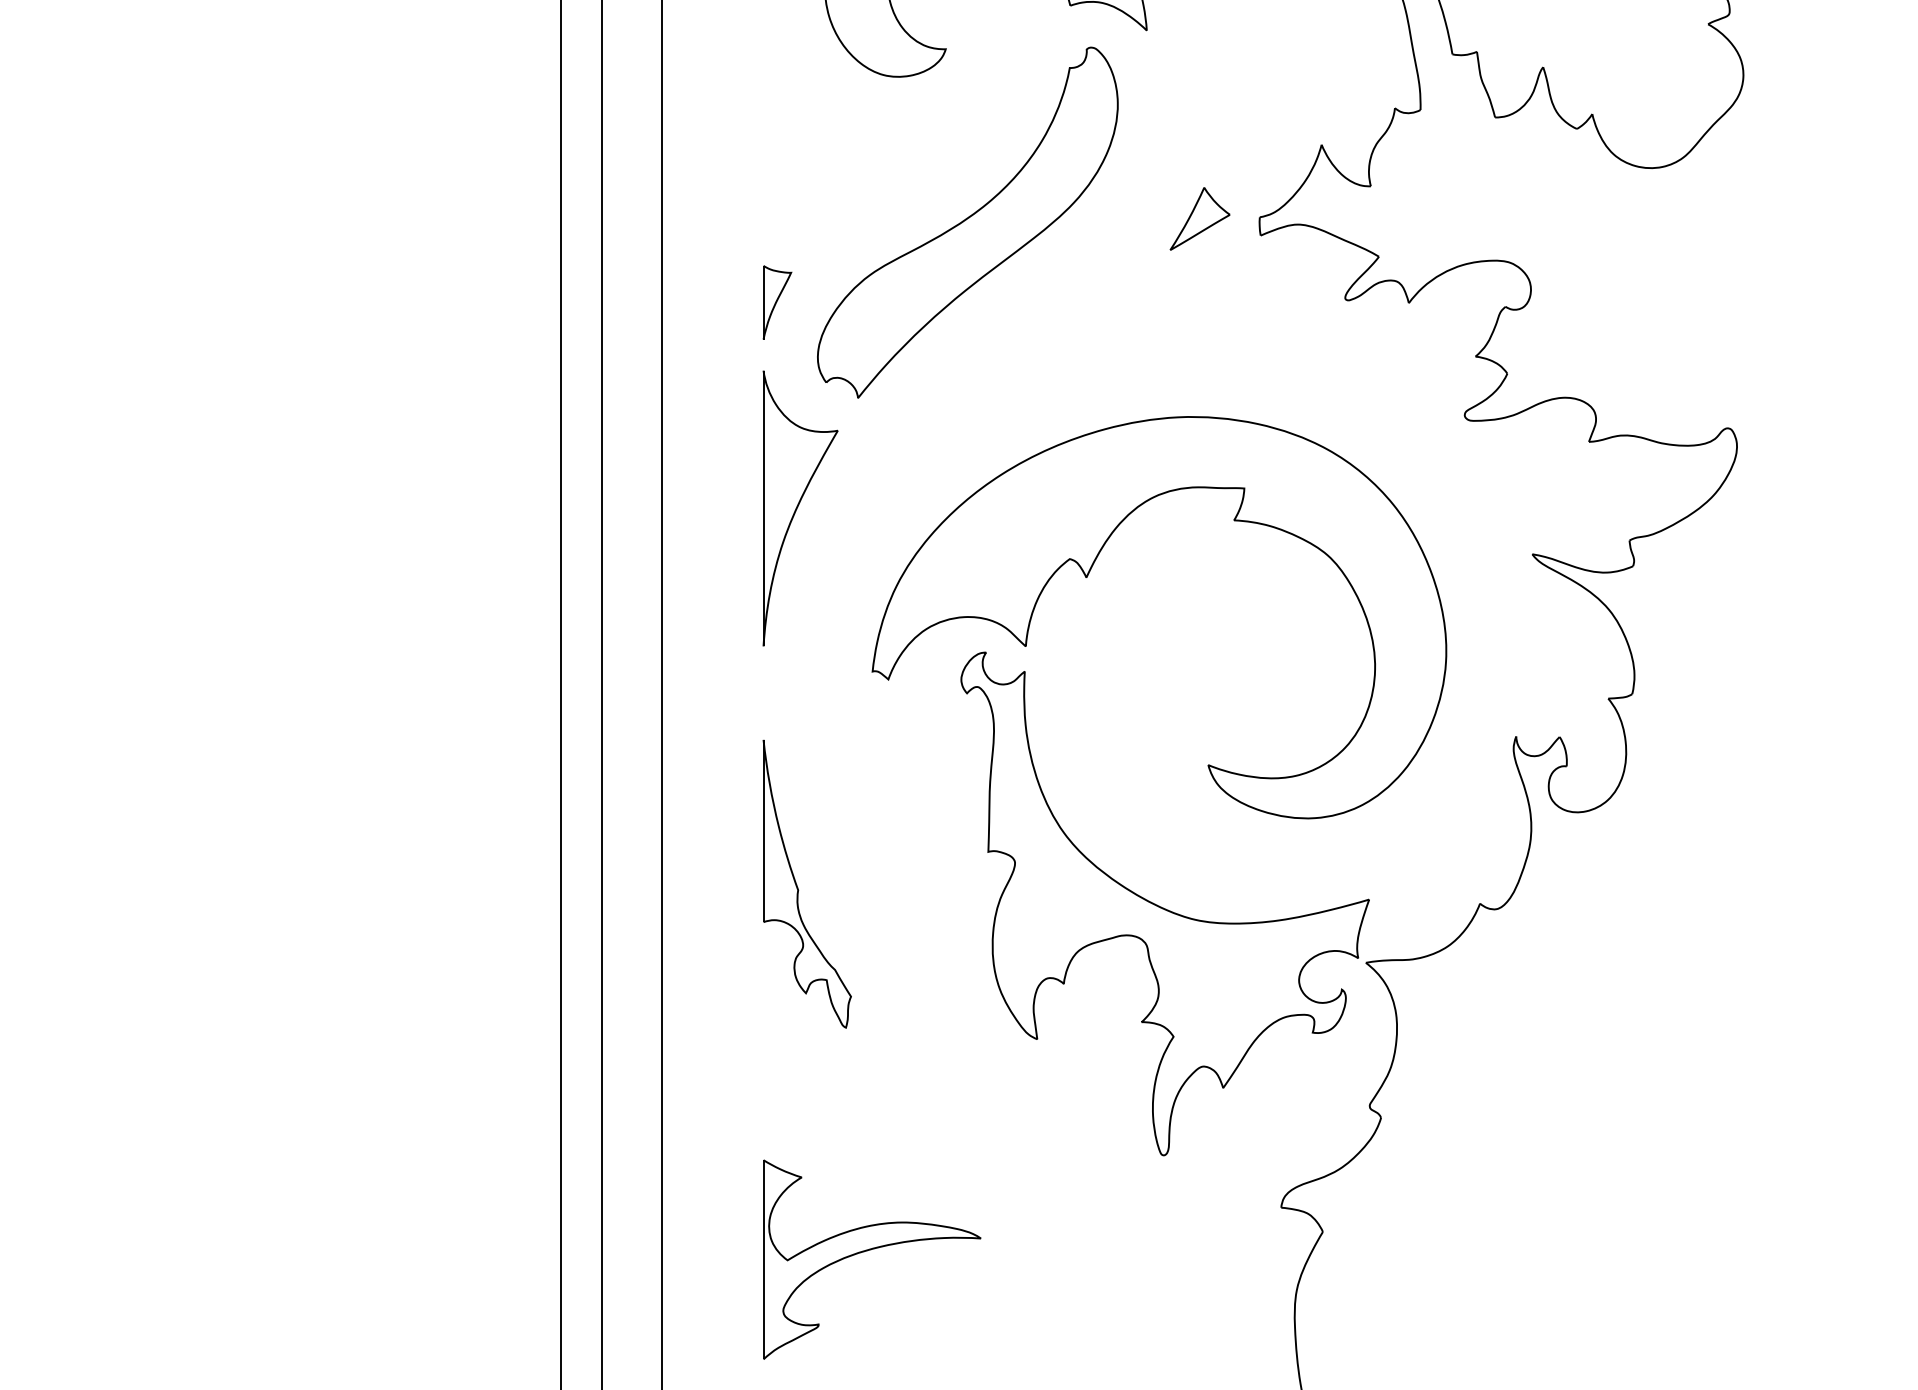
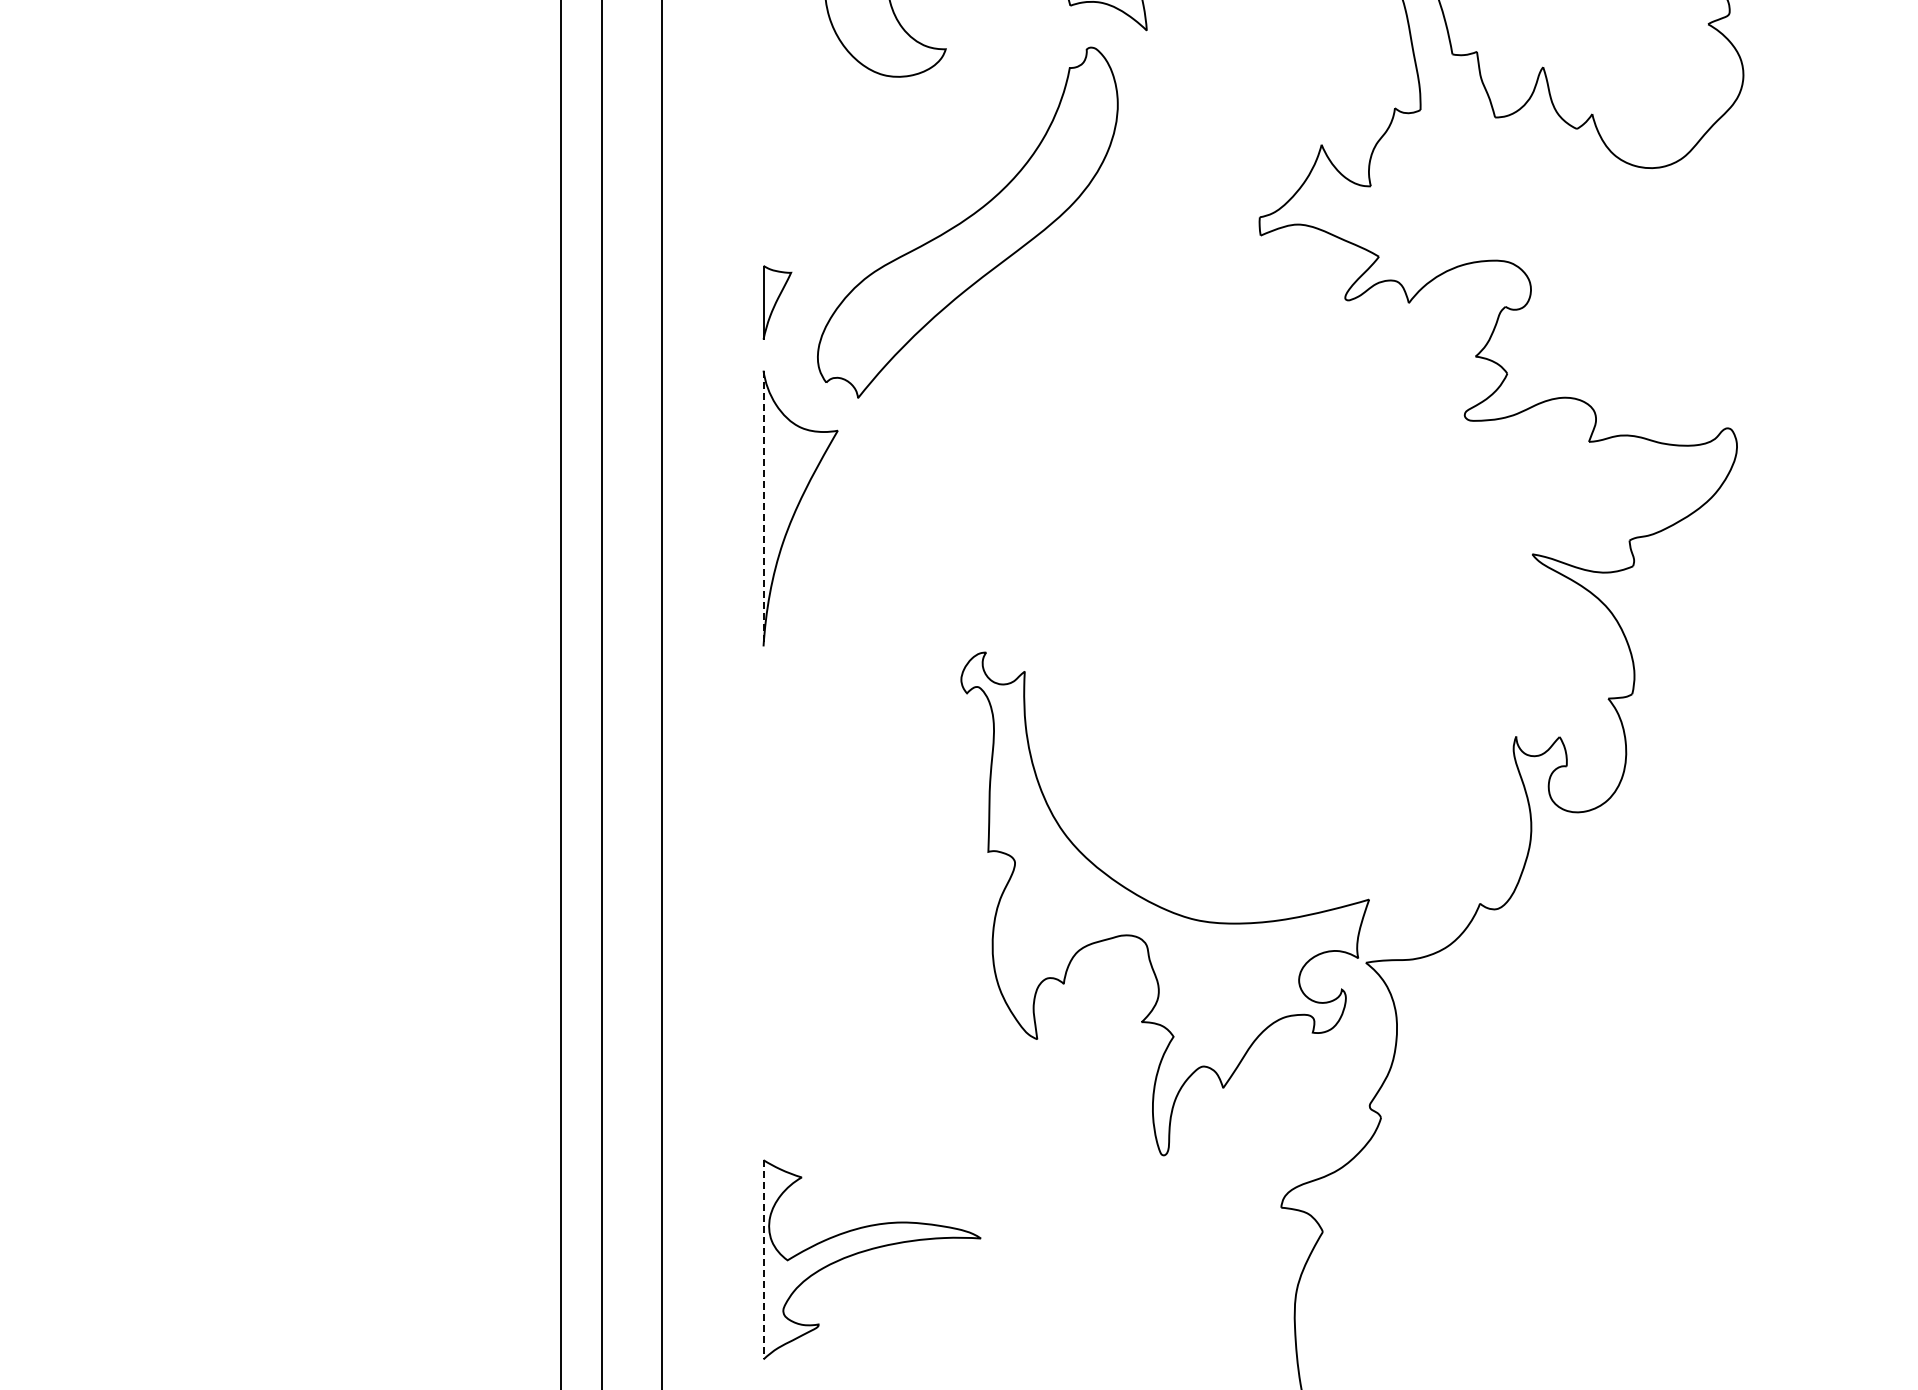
part at (1199, 218): present -> none
line at (763, 508): solid -> dashed
part at (1087, 577): present -> none
part at (798, 887): present -> none
line at (763, 1259): solid -> dashed
